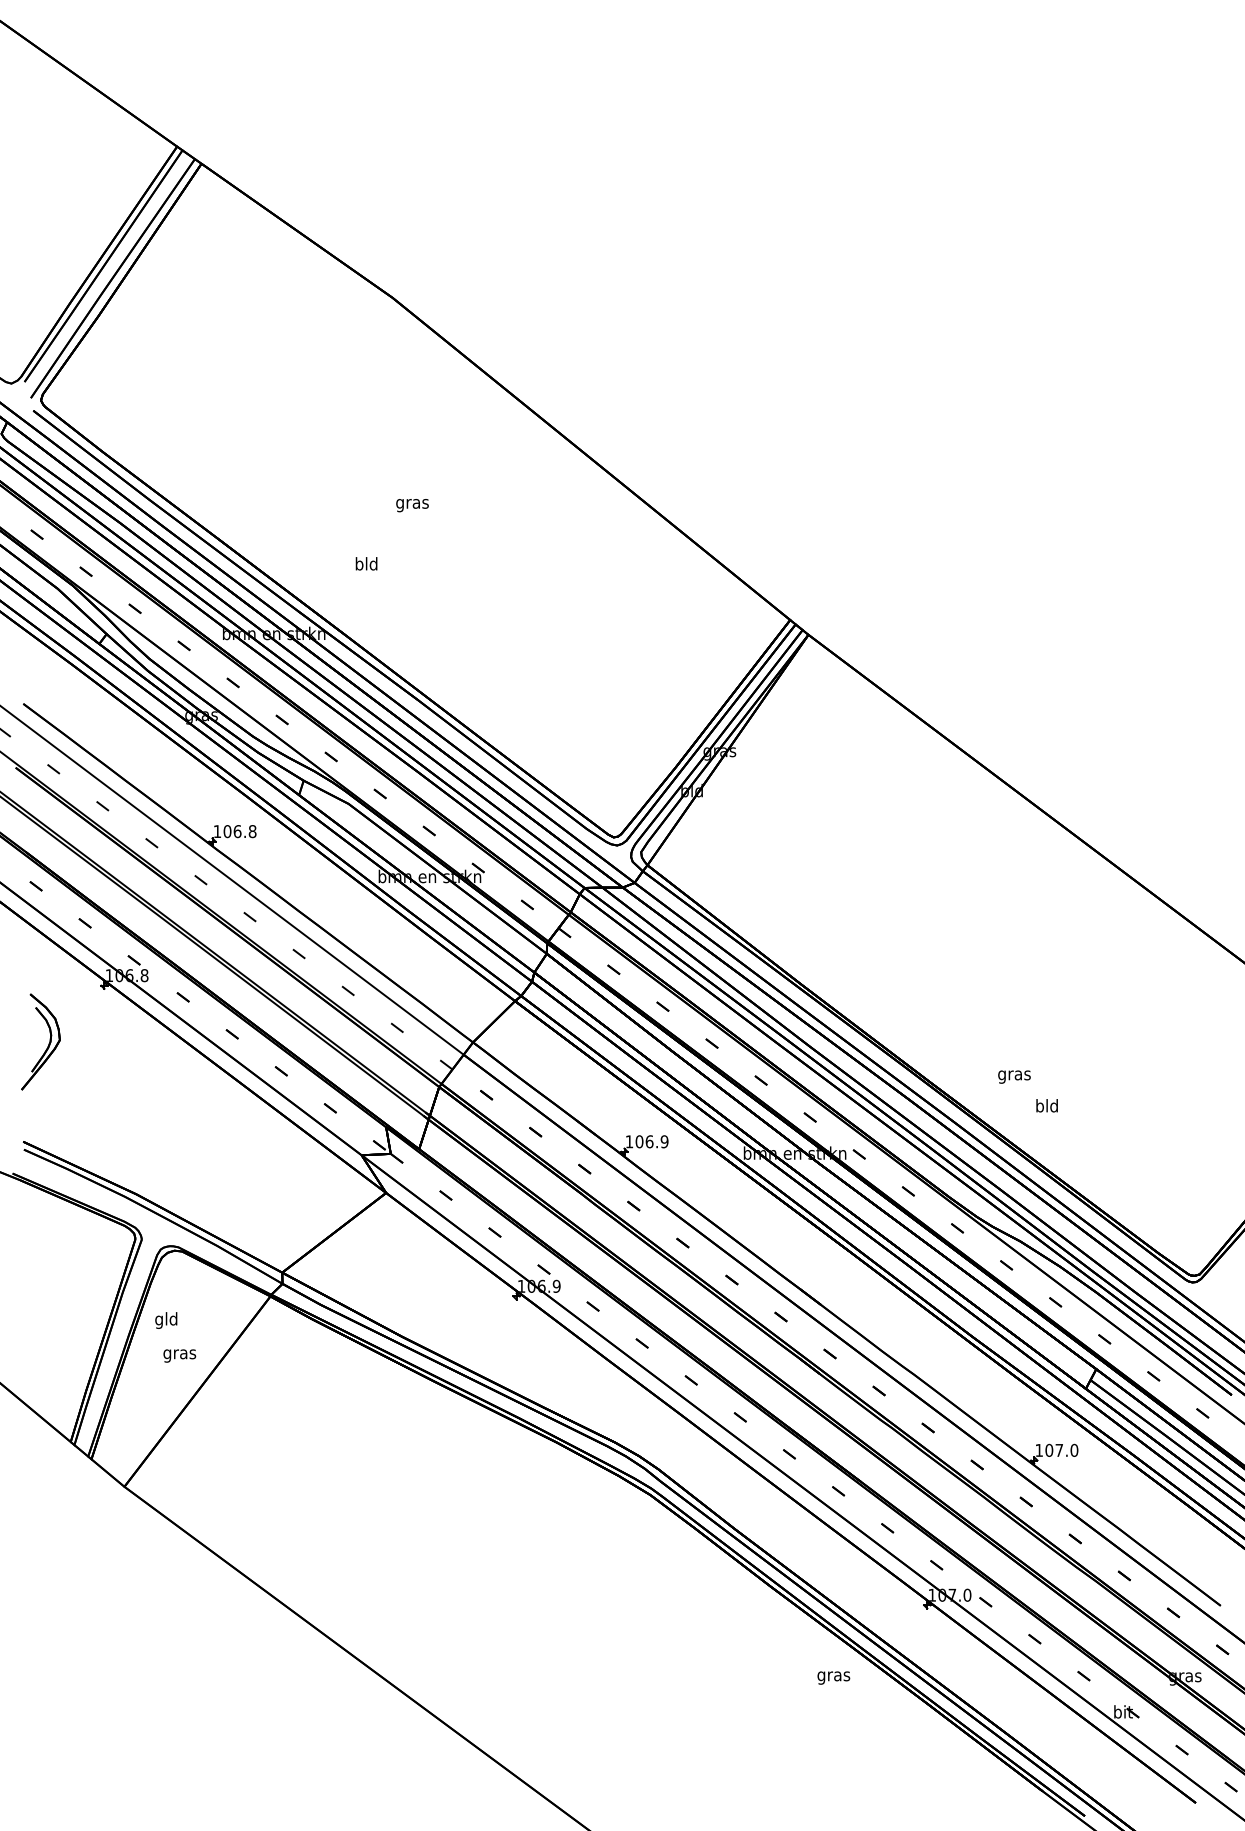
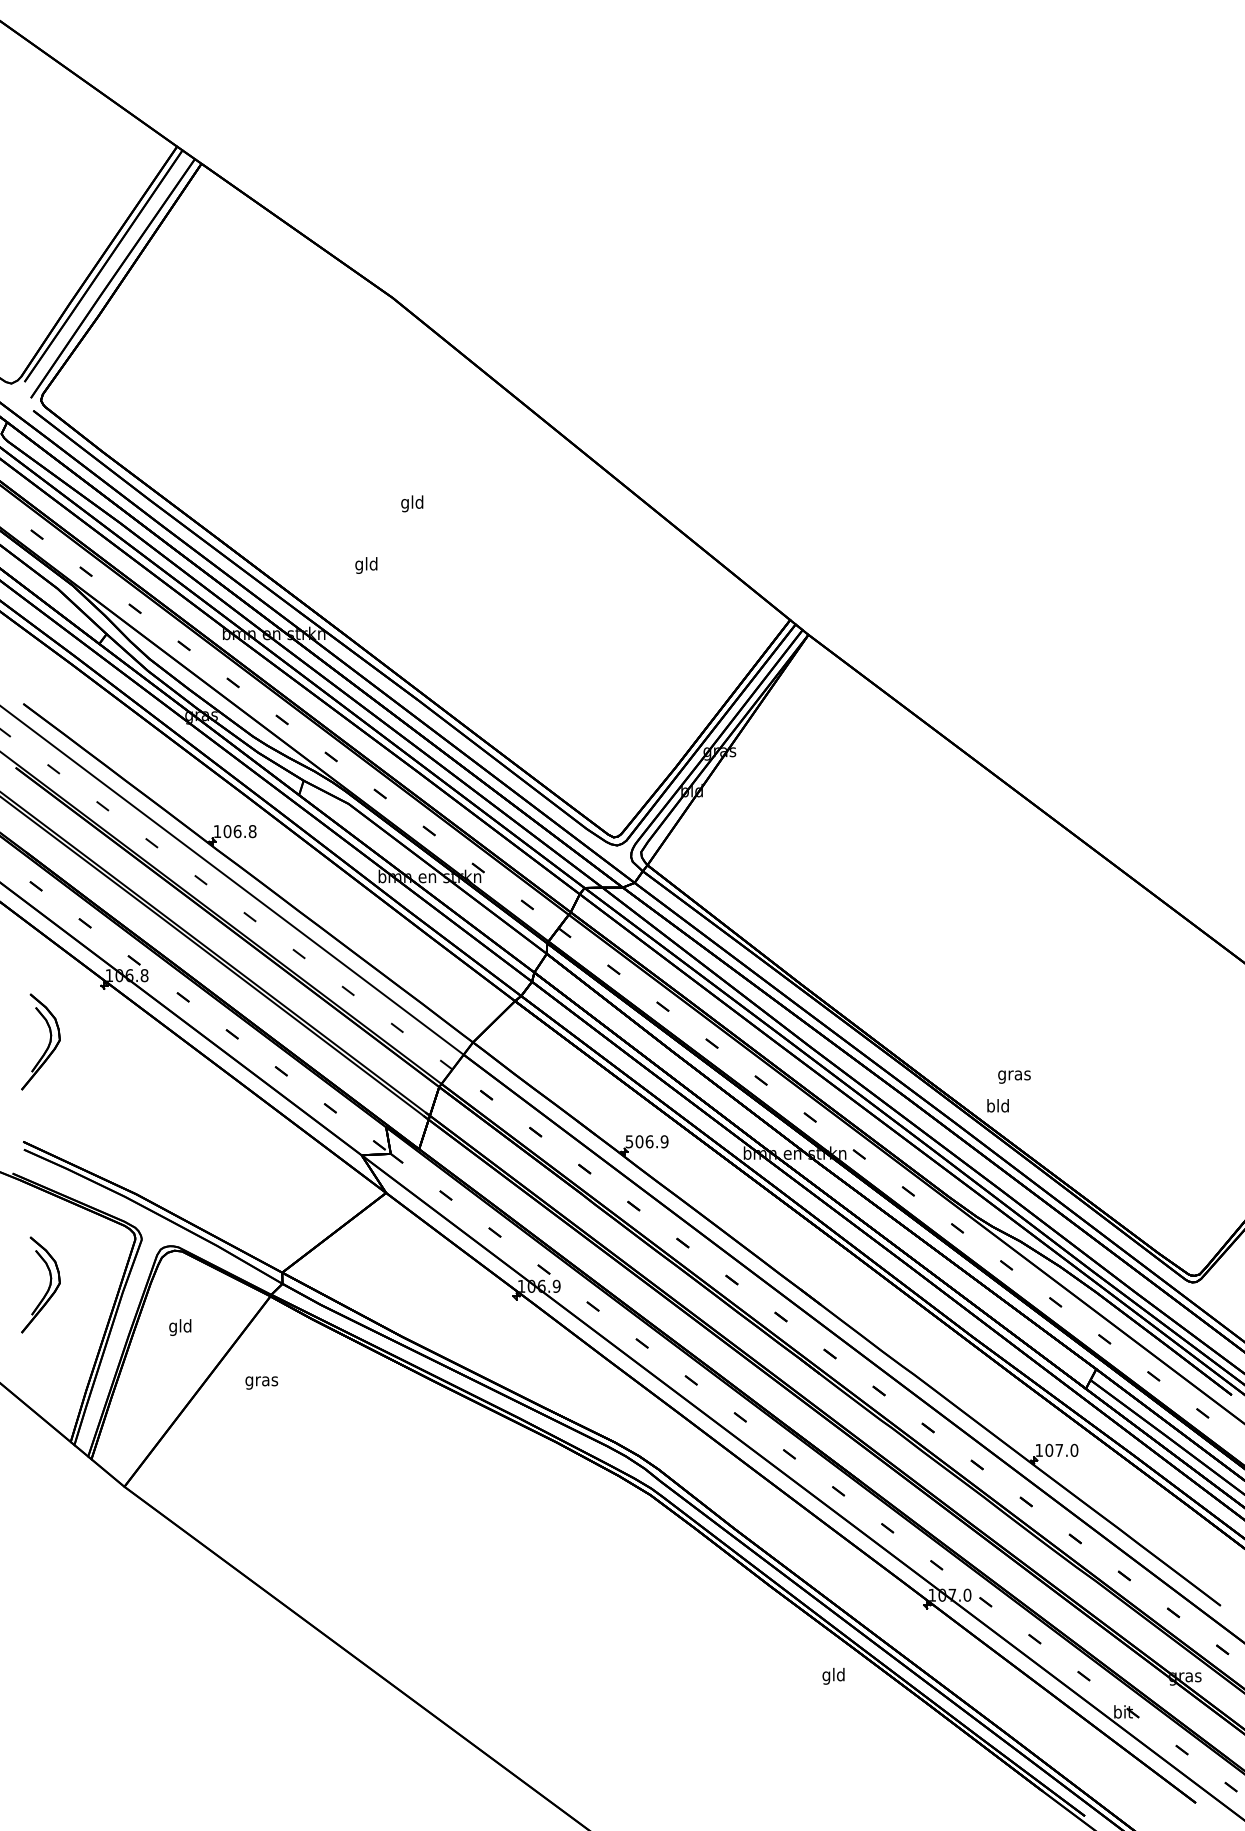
text at (412, 503): gras -> gld
text at (359, 565): bld -> gld
text at (1046, 1105) position: (1046, 1105) -> (997, 1105)
text at (629, 1141): 106.9 -> 506.9
part at (48, 1286): none -> present
text at (166, 1320) position: (166, 1320) -> (180, 1327)
text at (179, 1355) position: (179, 1355) -> (261, 1382)
text at (833, 1675): gras -> gld
